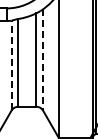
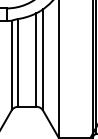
line at (43, 59): dashed -> solid
line at (11, 65): dashed -> solid
